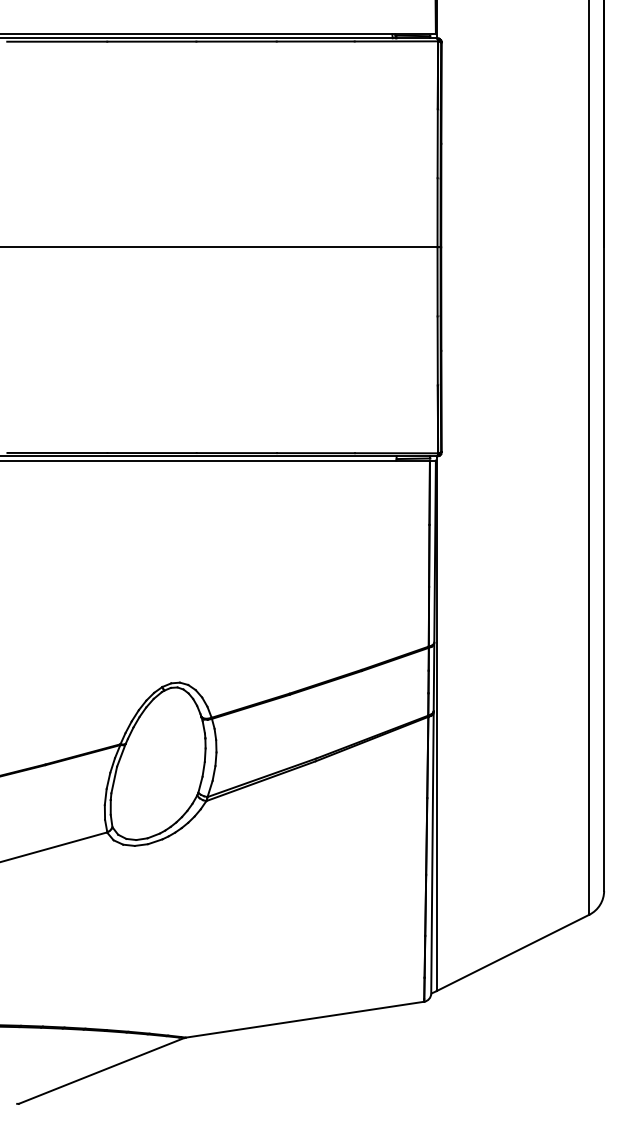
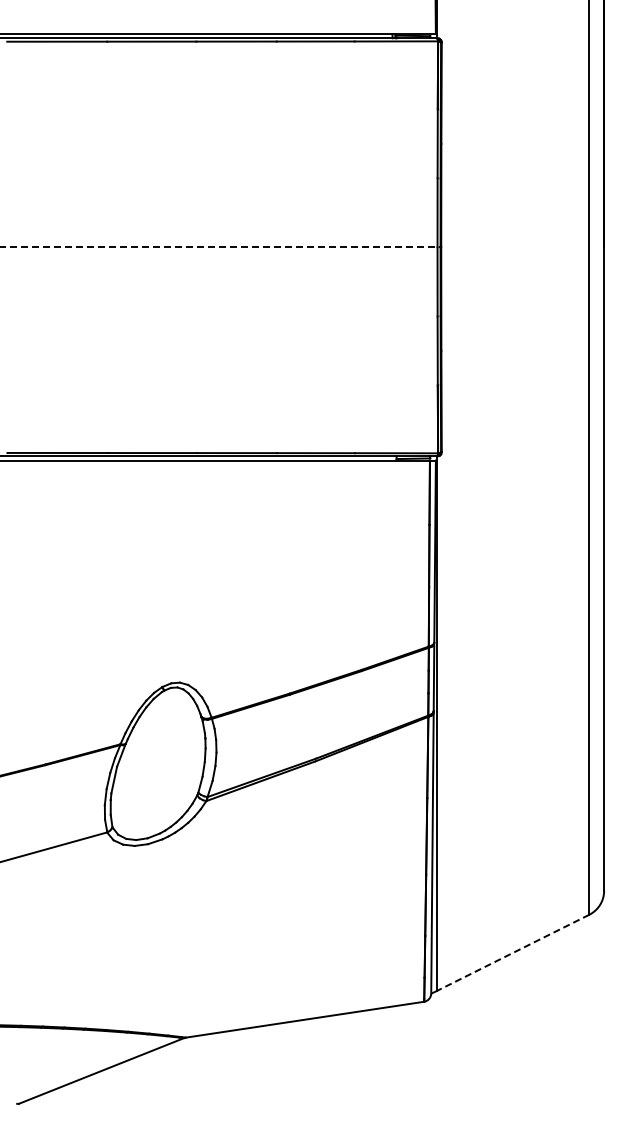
line at (220, 247): solid -> dashed
line at (512, 953): solid -> dashed
